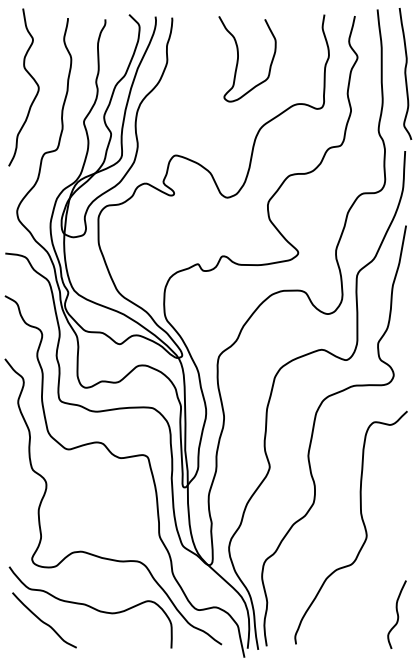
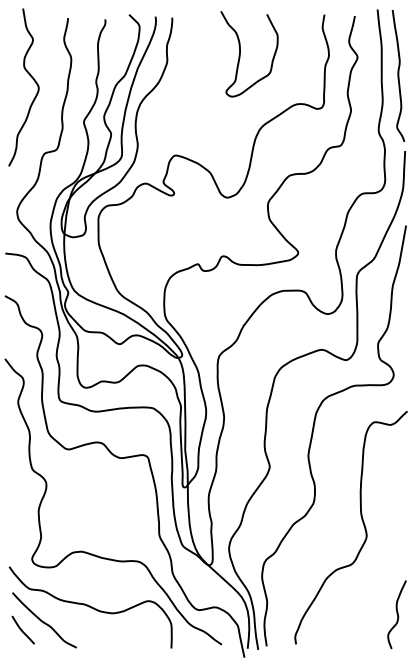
curve at (238, 59) position: (238, 59) -> (240, 54)
curve at (405, 73) position: (405, 73) -> (398, 75)
curve at (22, 629): none -> present
